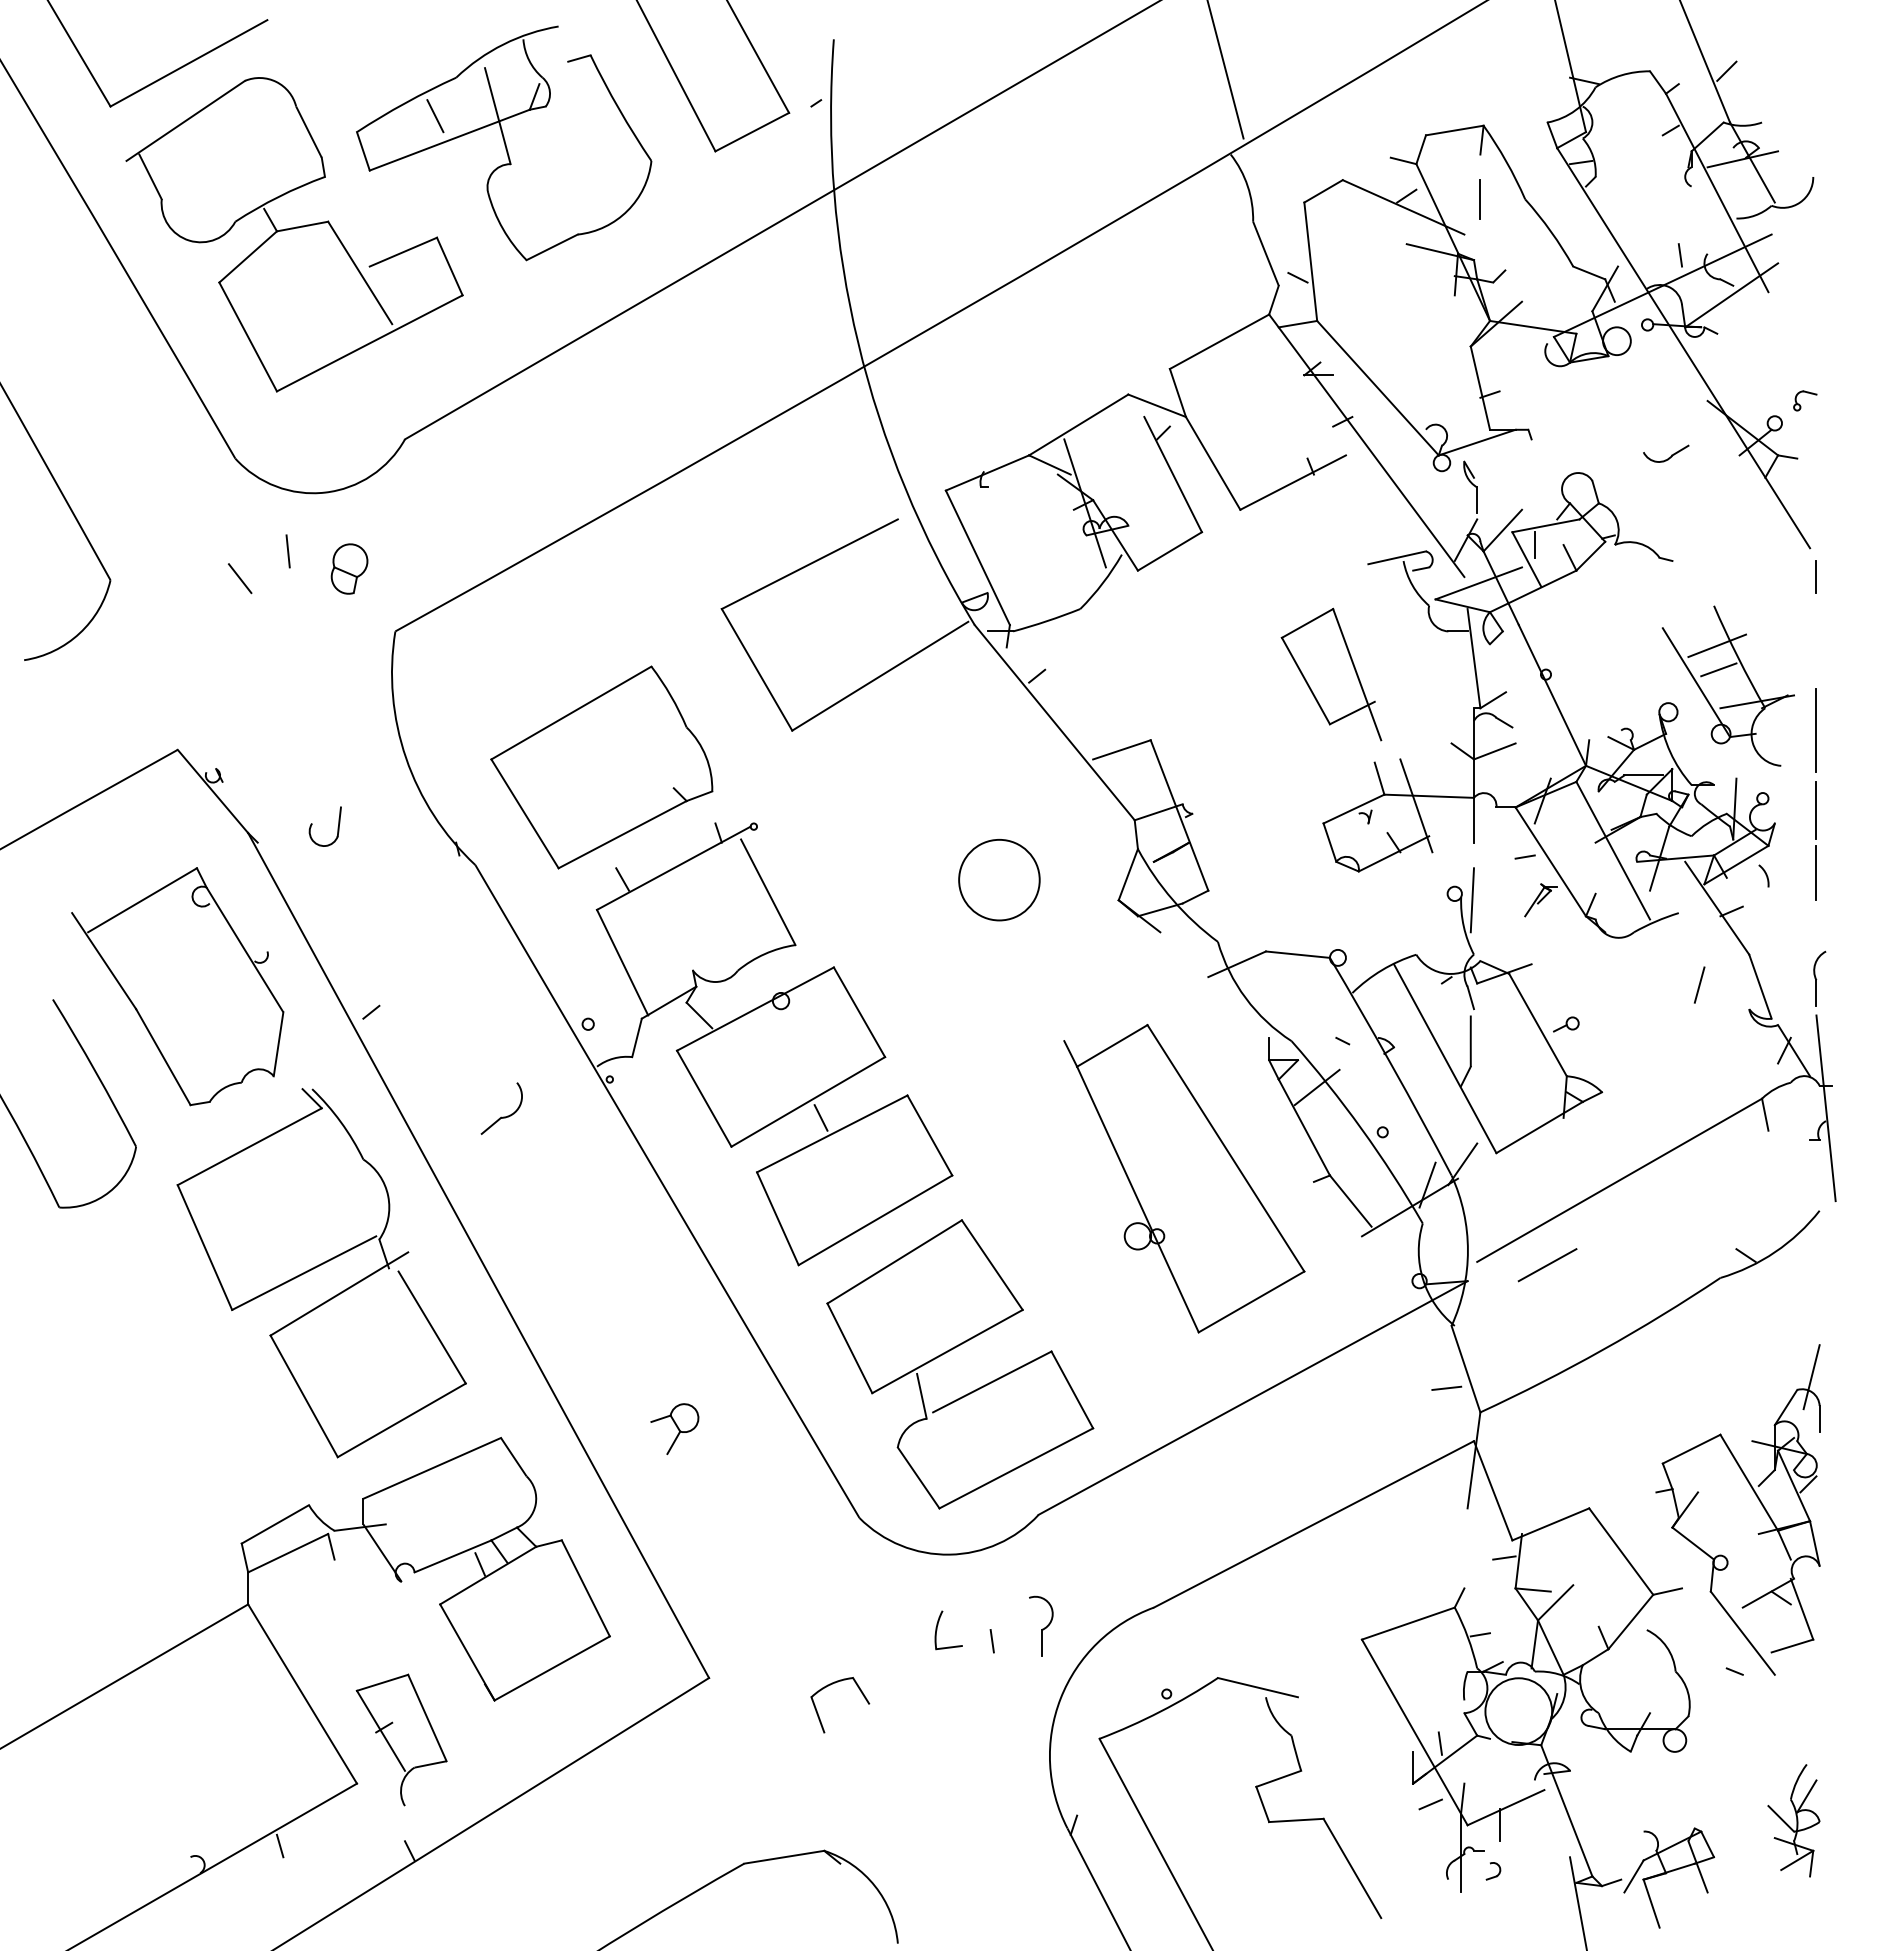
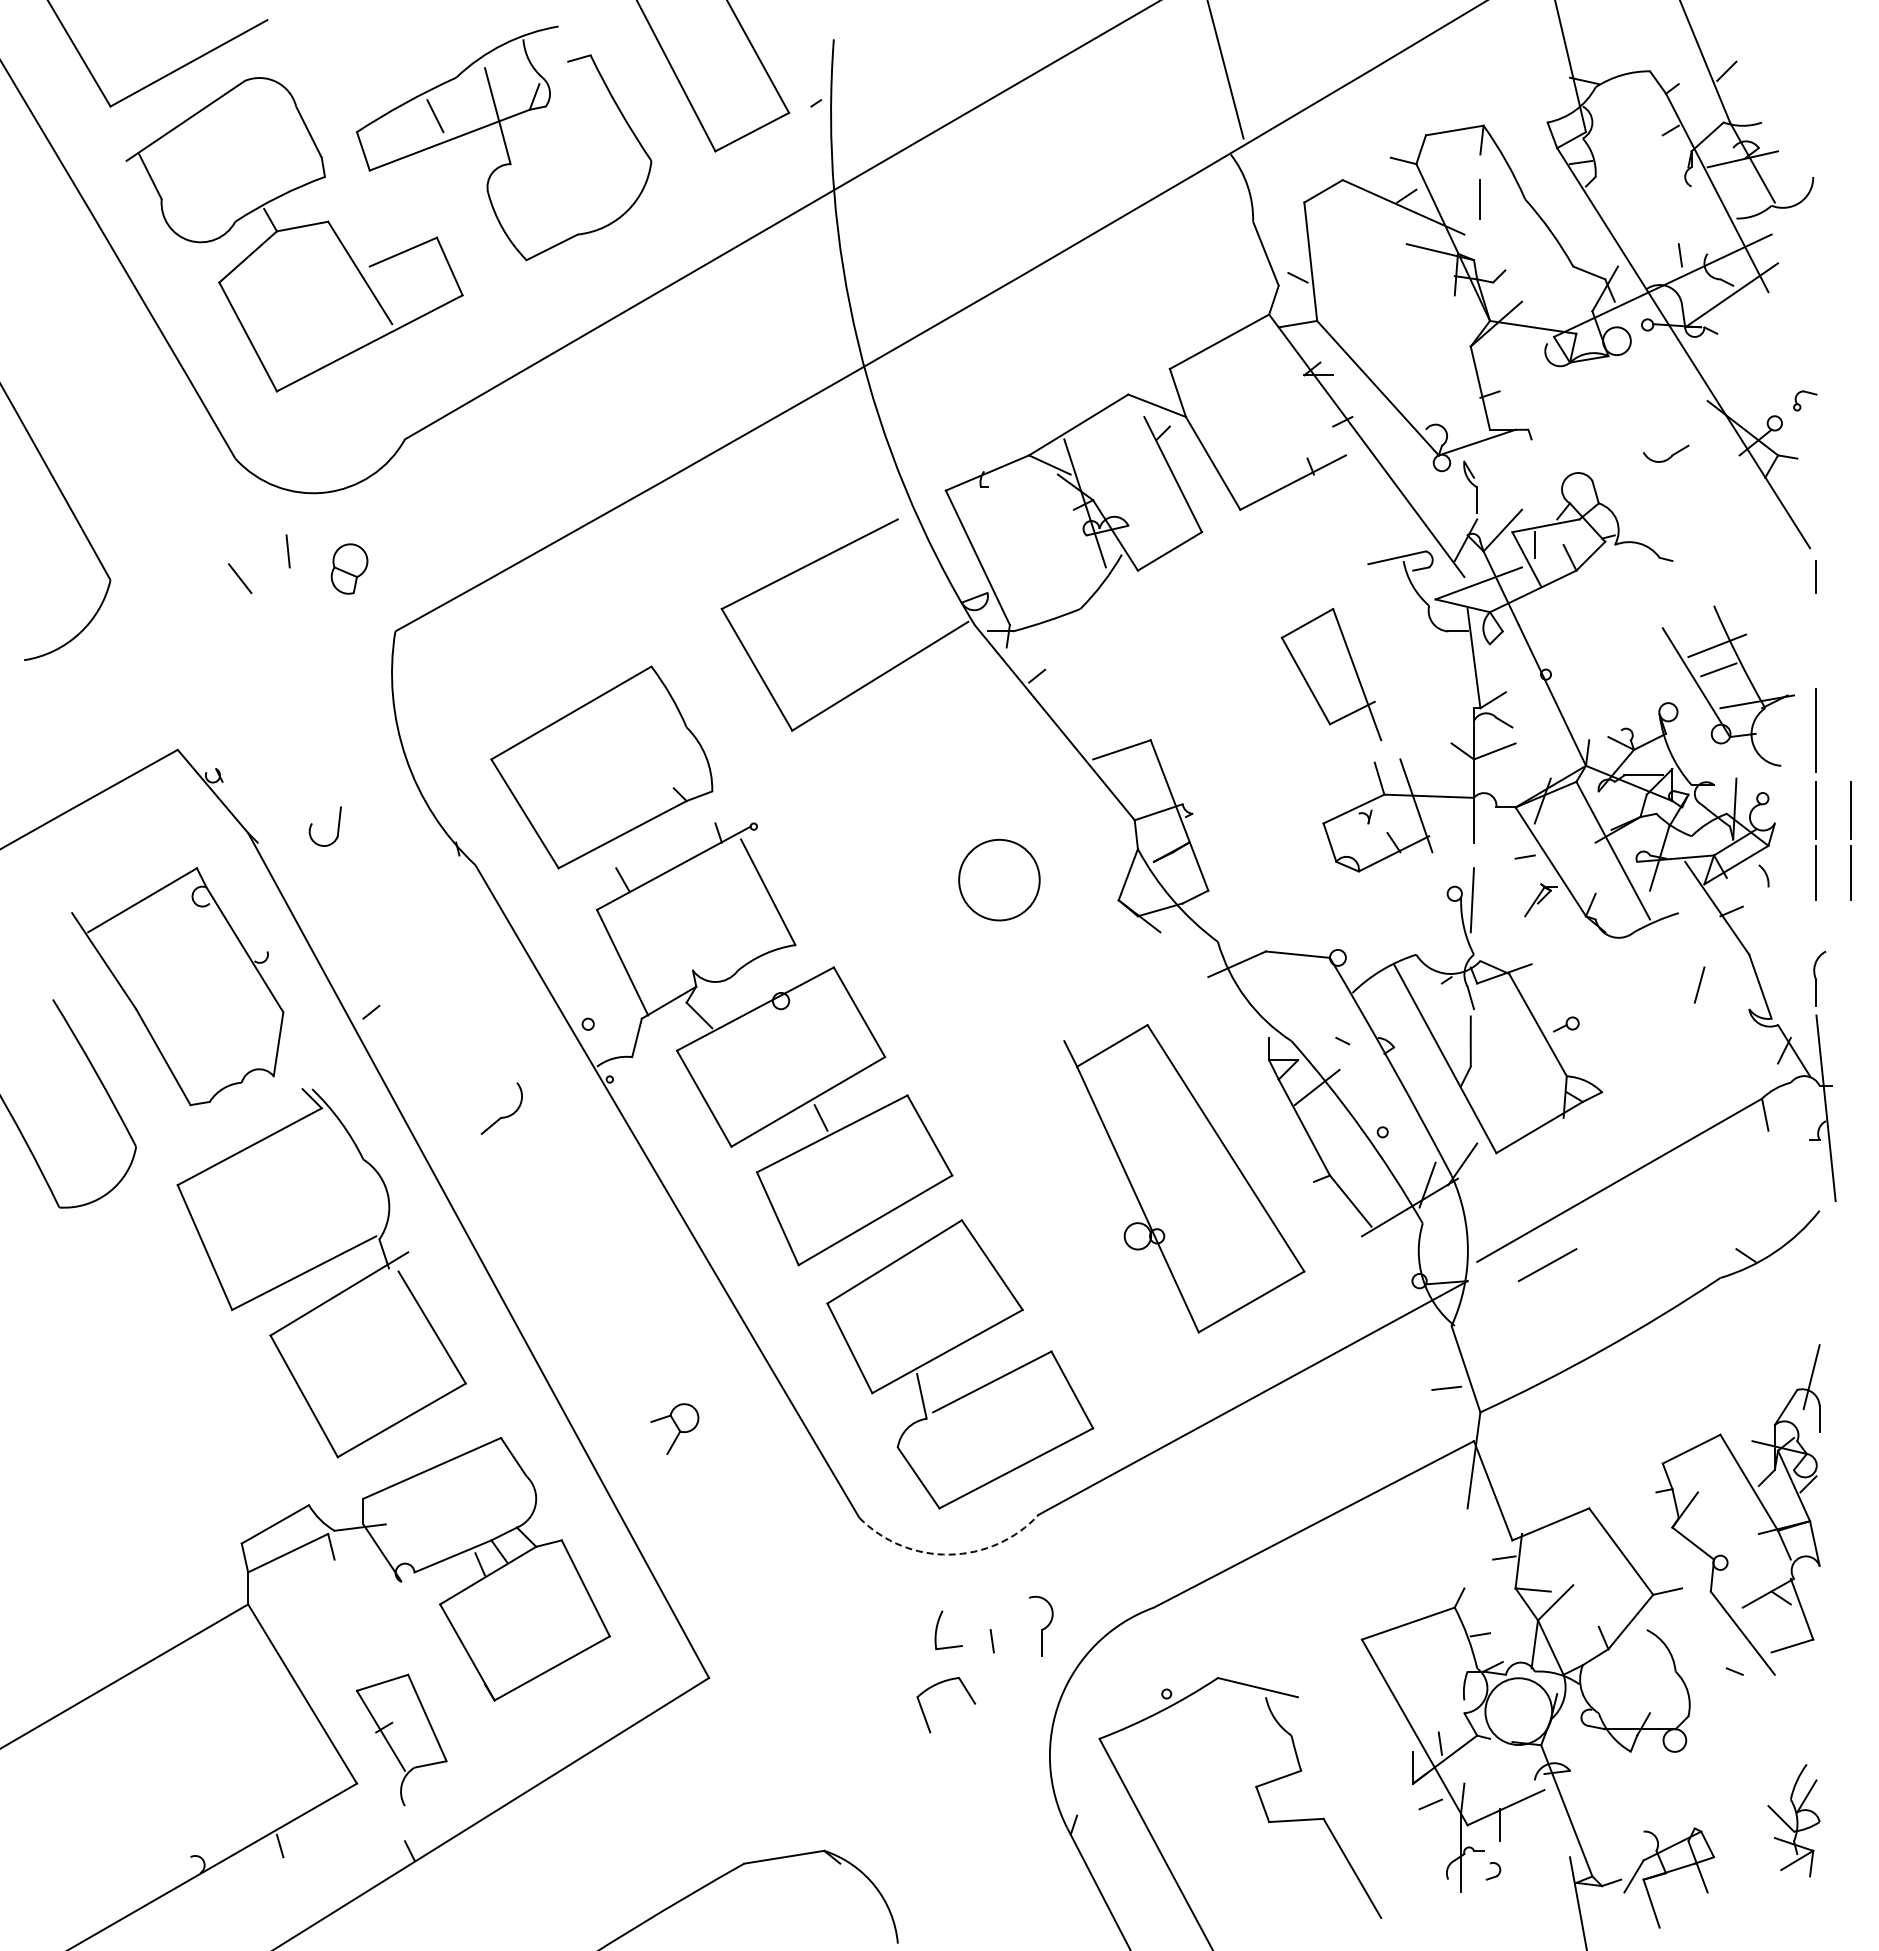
line at (1850, 839): none -> present
arc at (949, 1554): solid -> dashed
part at (830, 1685) position: (830, 1685) -> (936, 1685)
